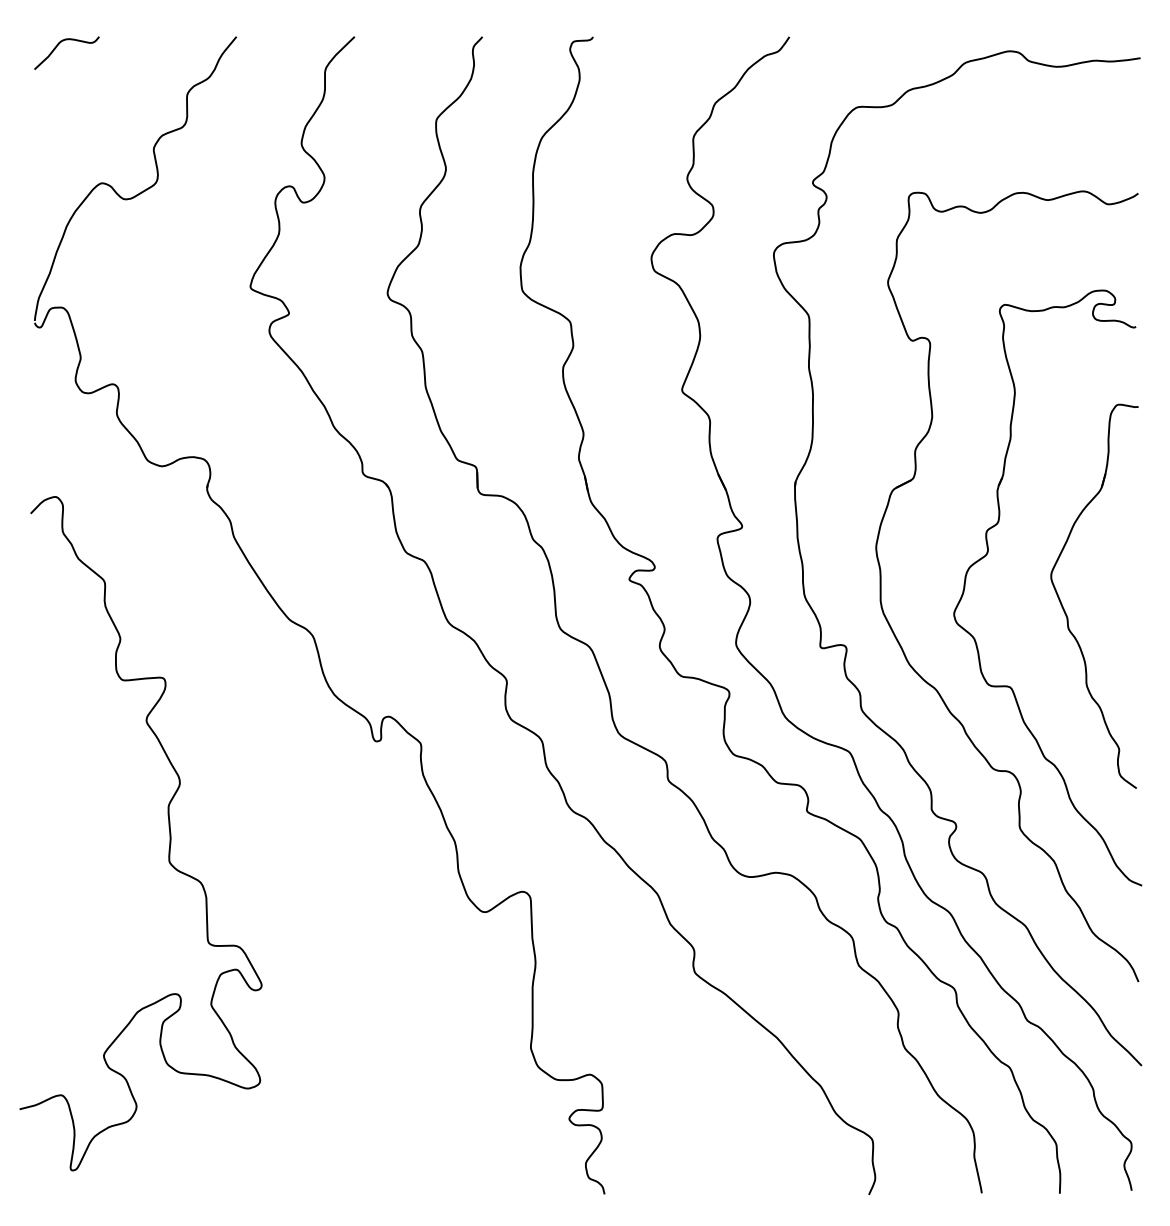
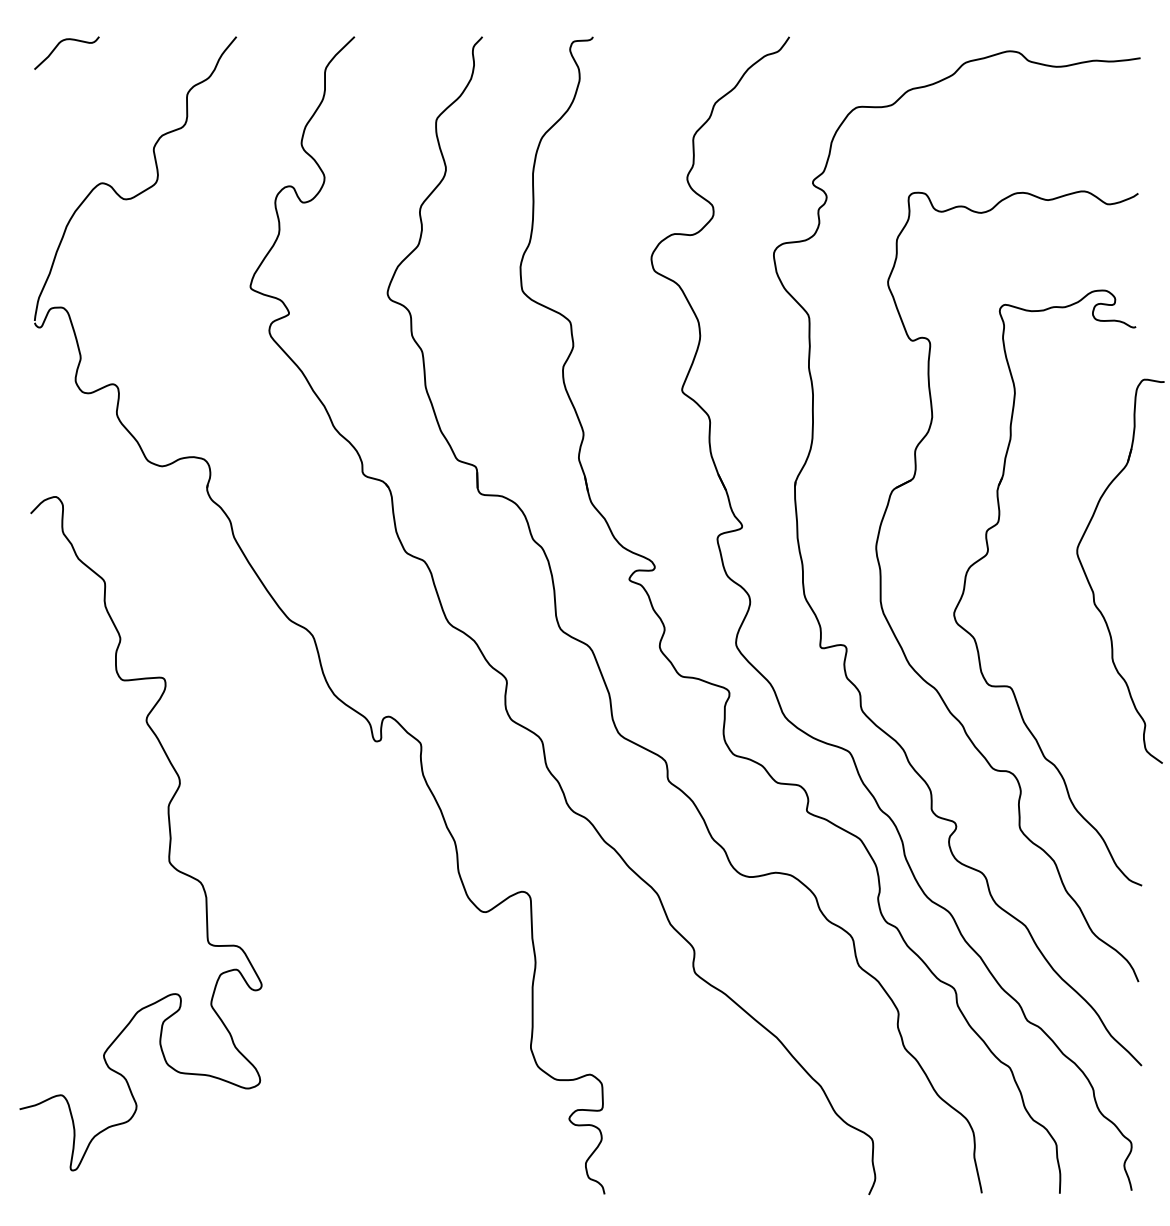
part at (1065, 610) position: (1065, 610) -> (1091, 585)
